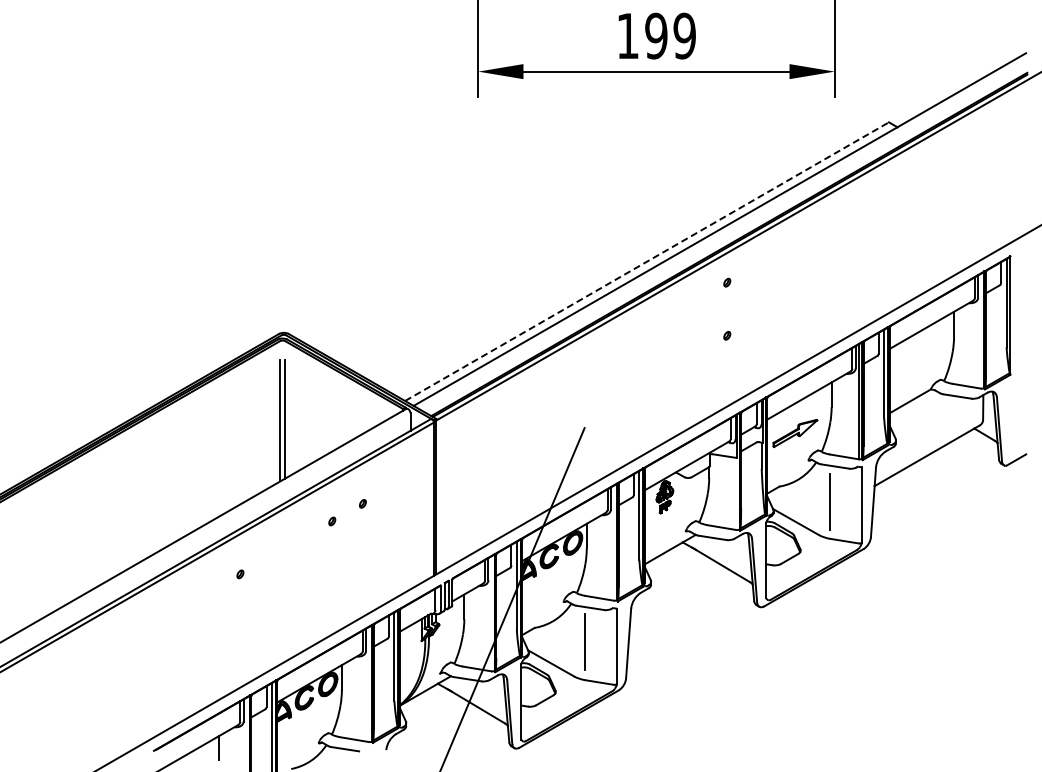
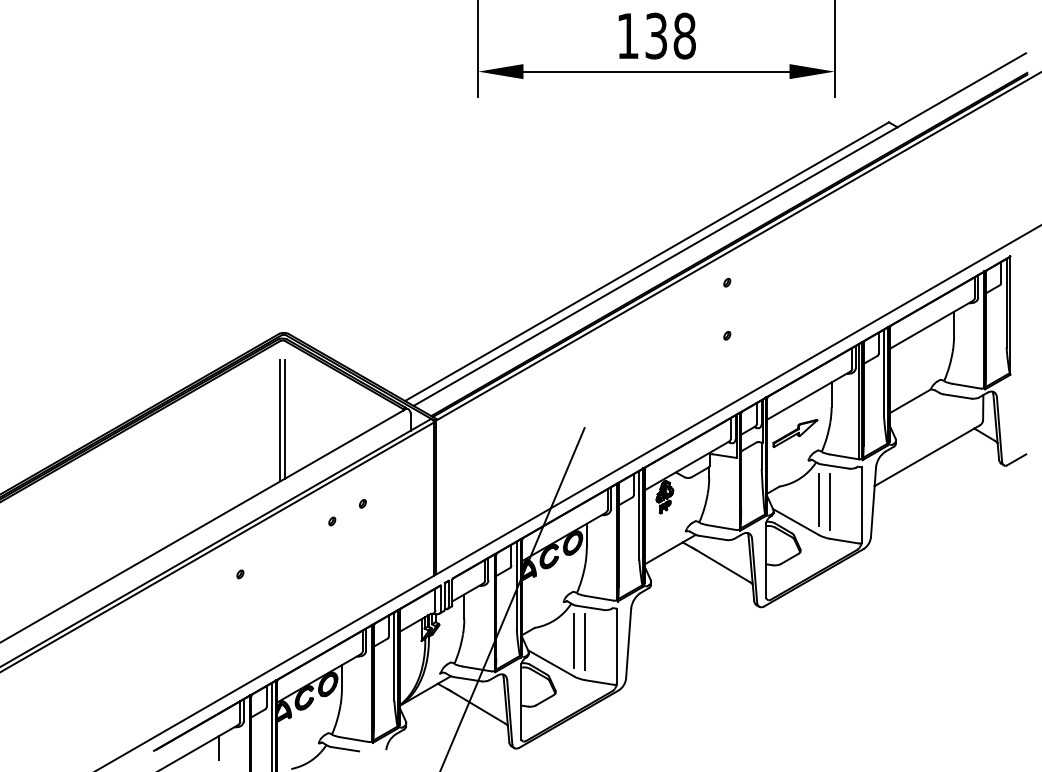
text at (670, 35): 199 -> 138
line at (647, 261): dashed -> solid
line at (818, 499): none -> present
line at (574, 640): none -> present
